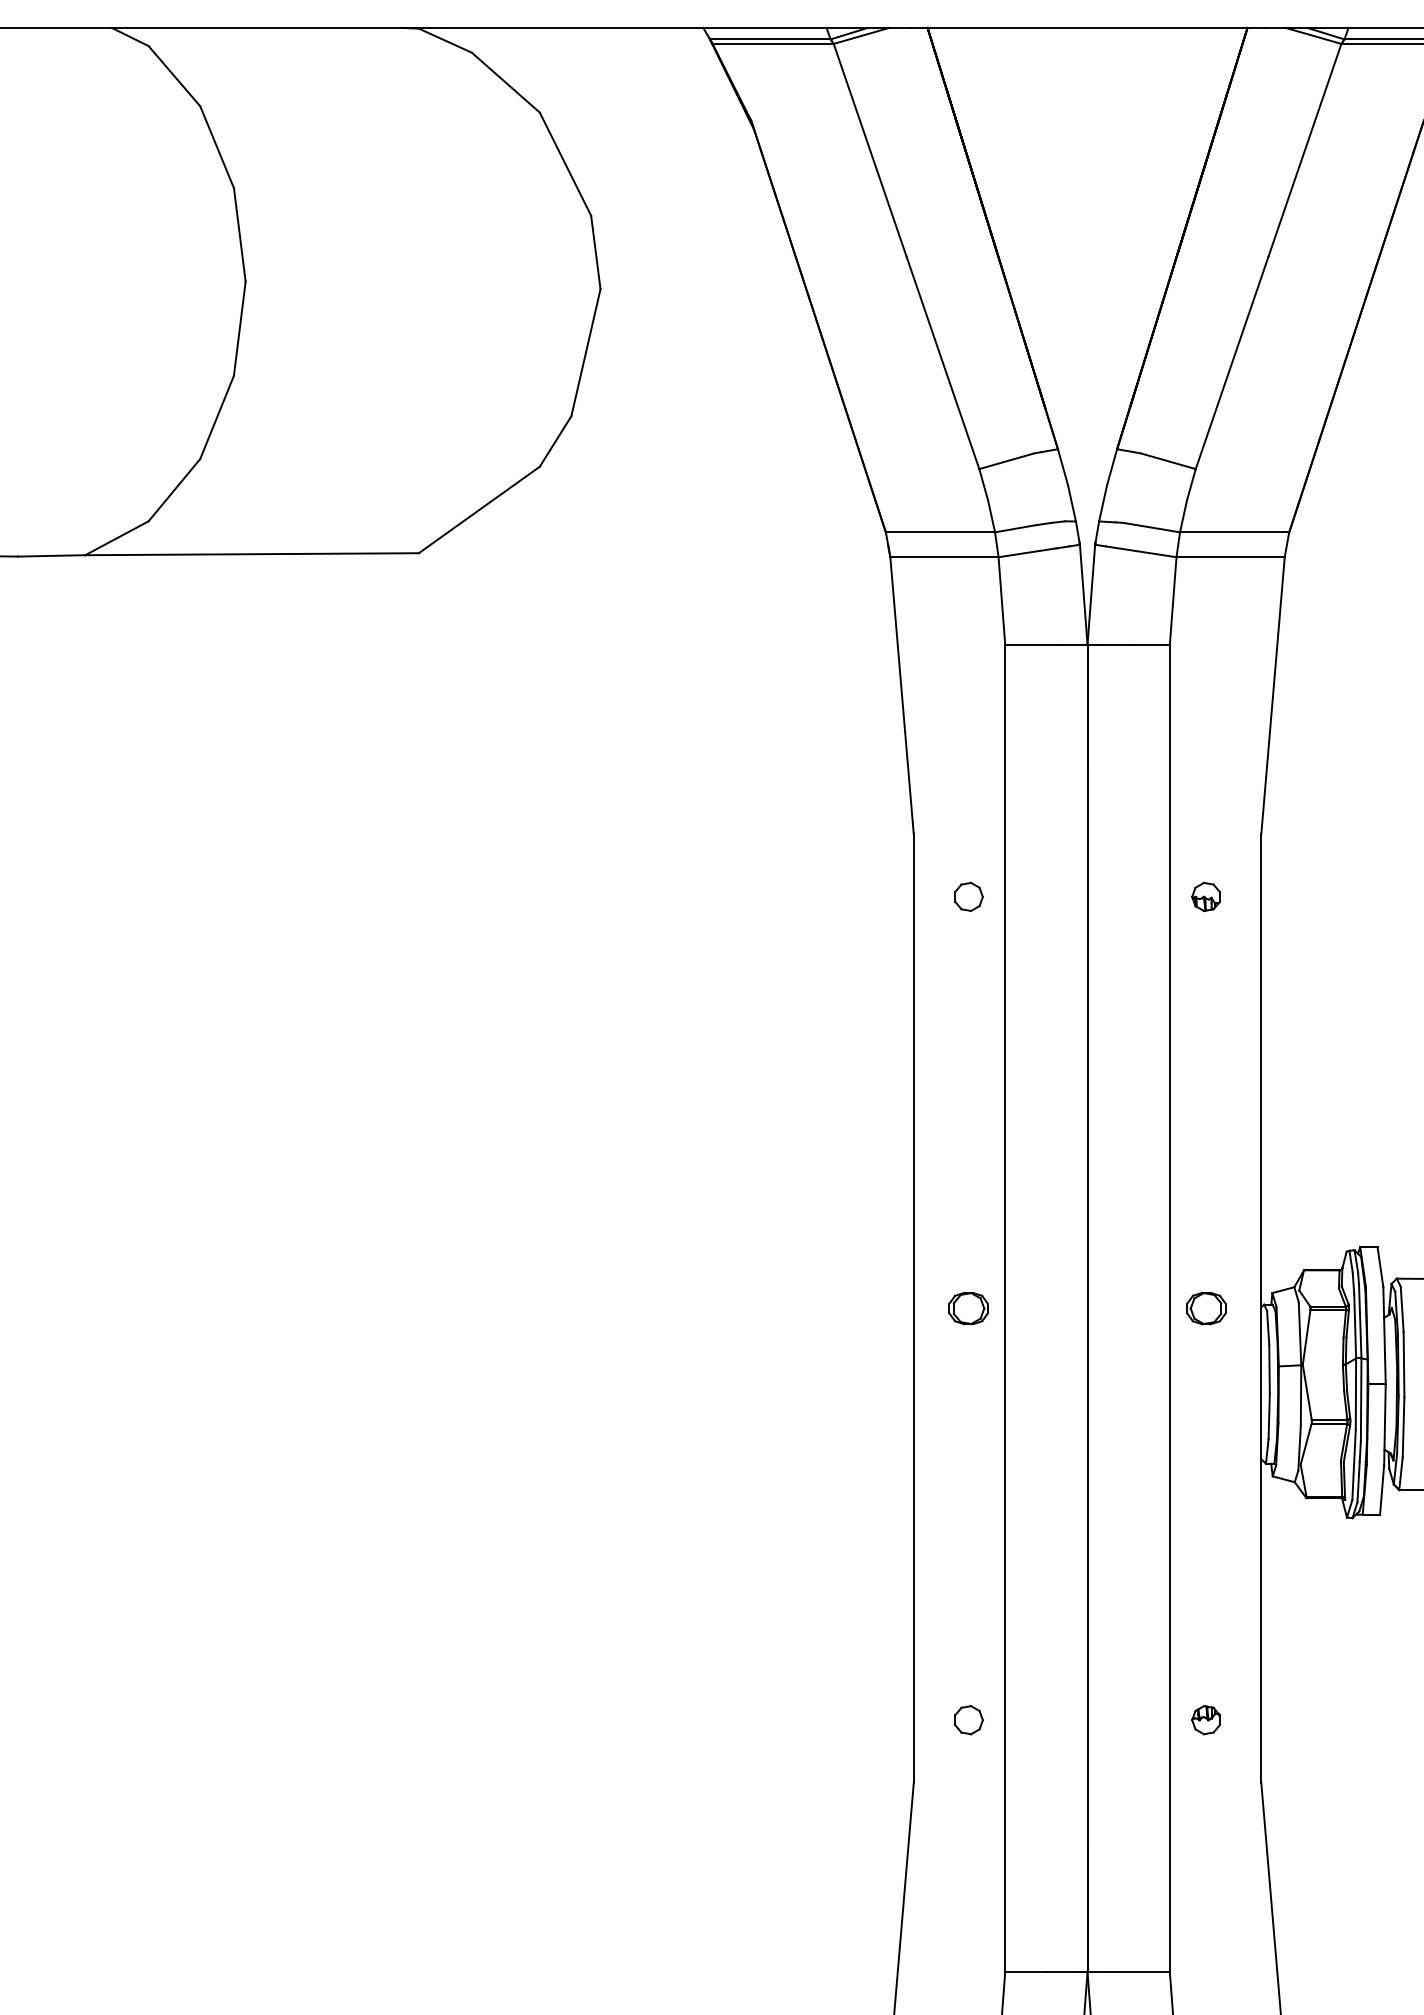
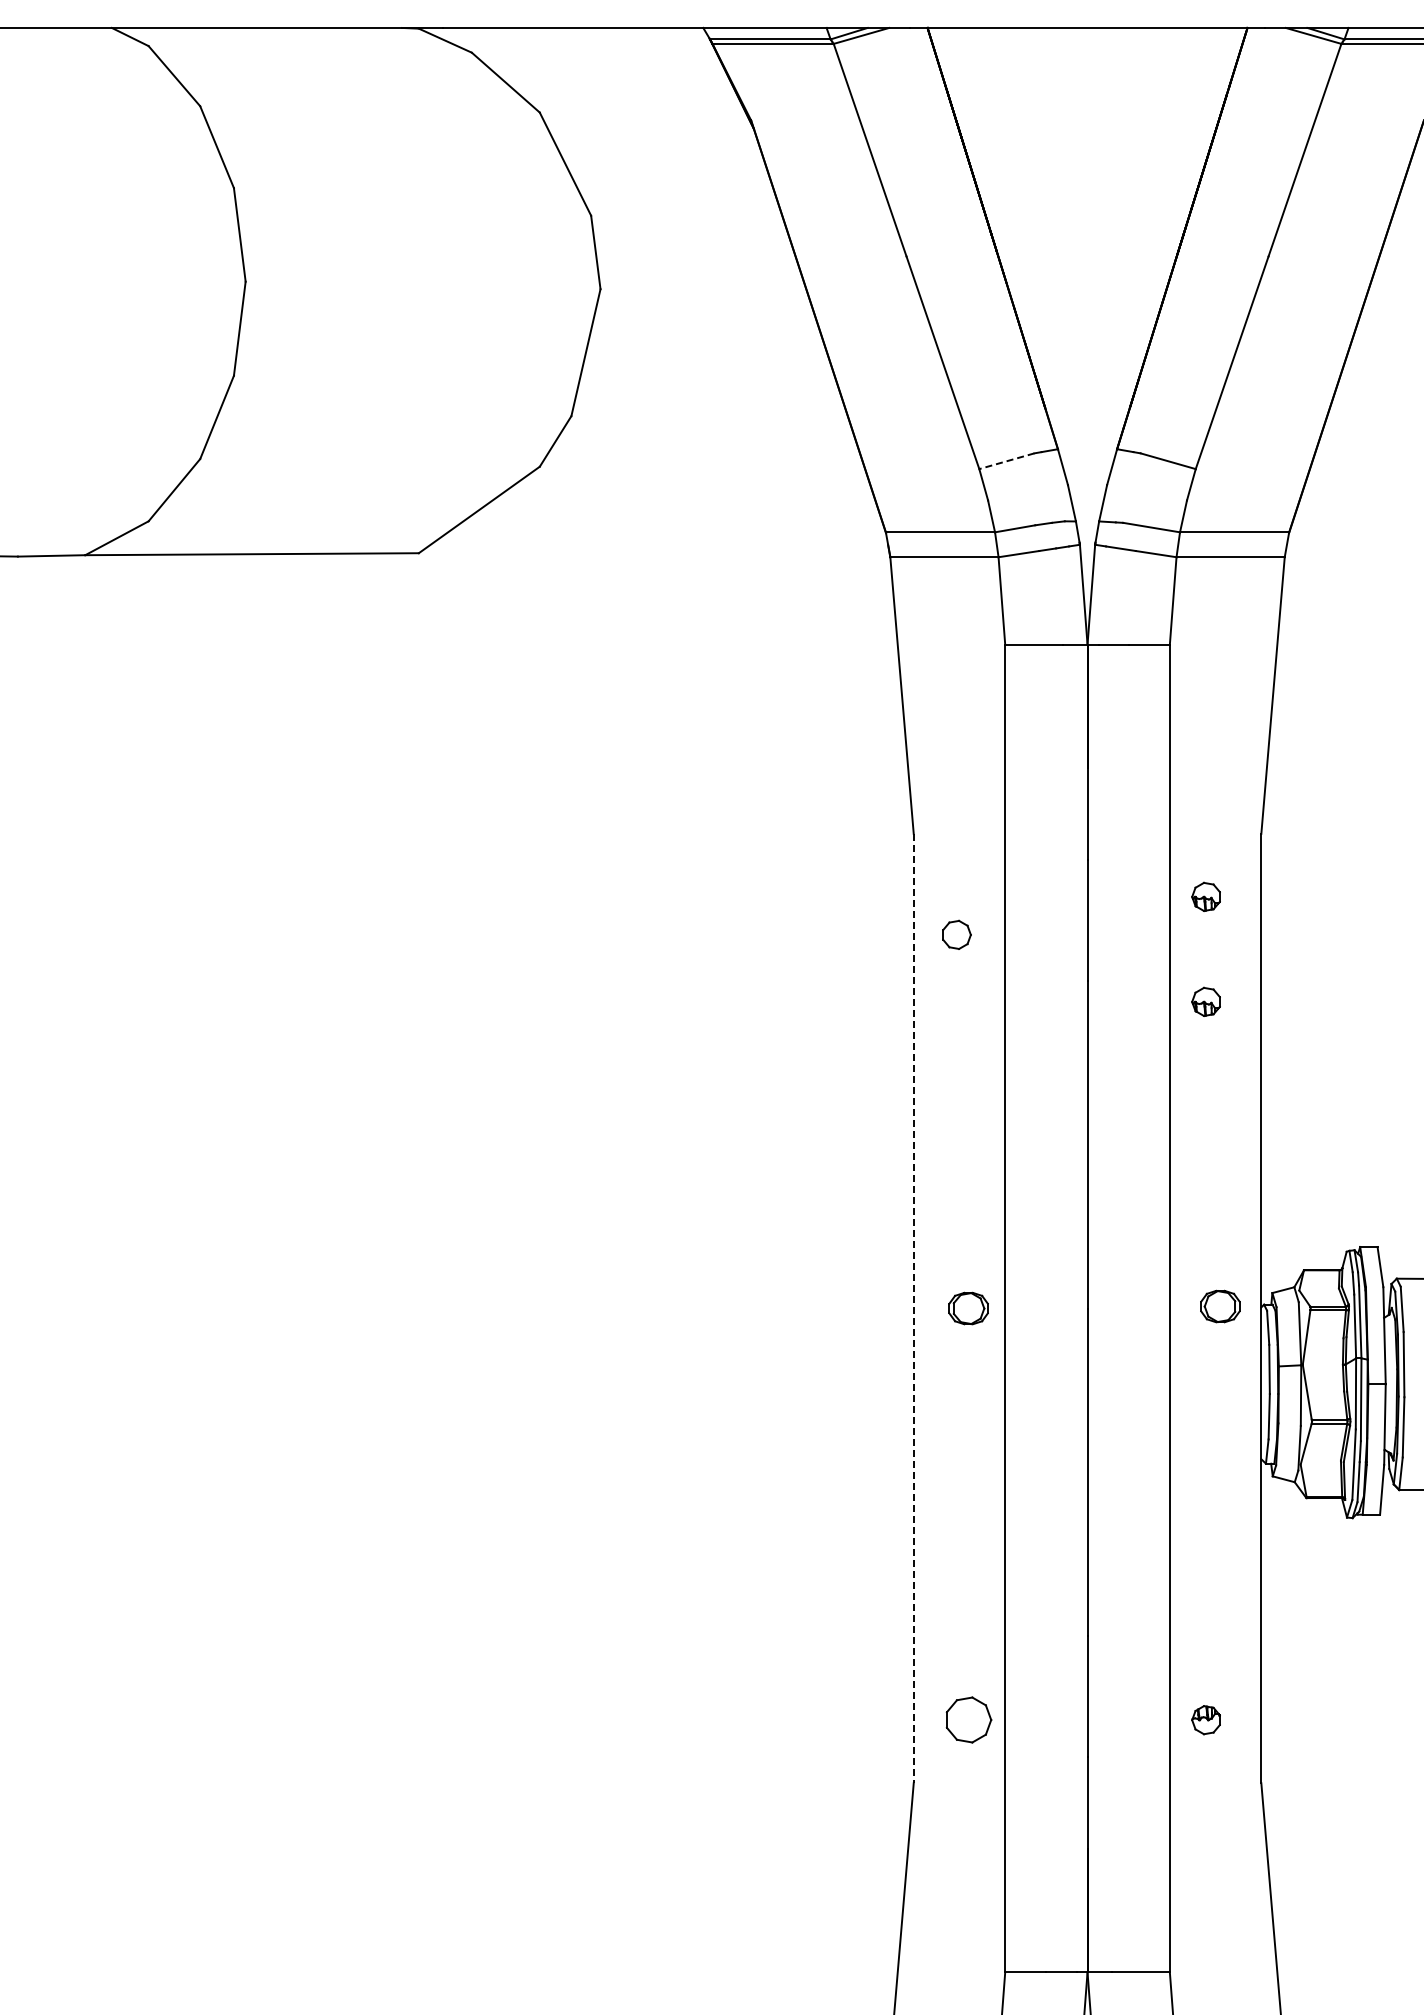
line at (1006, 461): solid -> dashed
part at (968, 896) position: (968, 896) -> (956, 934)
part at (1205, 1001): none -> present
line at (913, 1308): solid -> dashed
part at (1206, 1308) position: (1206, 1308) -> (1220, 1306)
part at (968, 1720) size: 30x31 px -> 48x48 px
